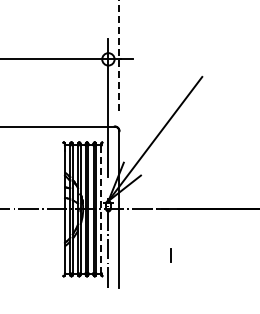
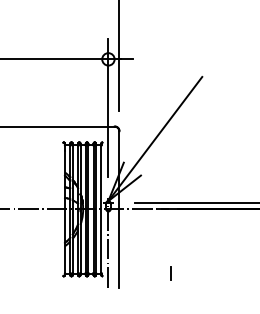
line at (119, 55): dashed -> solid
line at (195, 203): none -> present
line at (101, 208): dashed -> solid
line at (170, 255) position: (170, 255) -> (170, 273)
